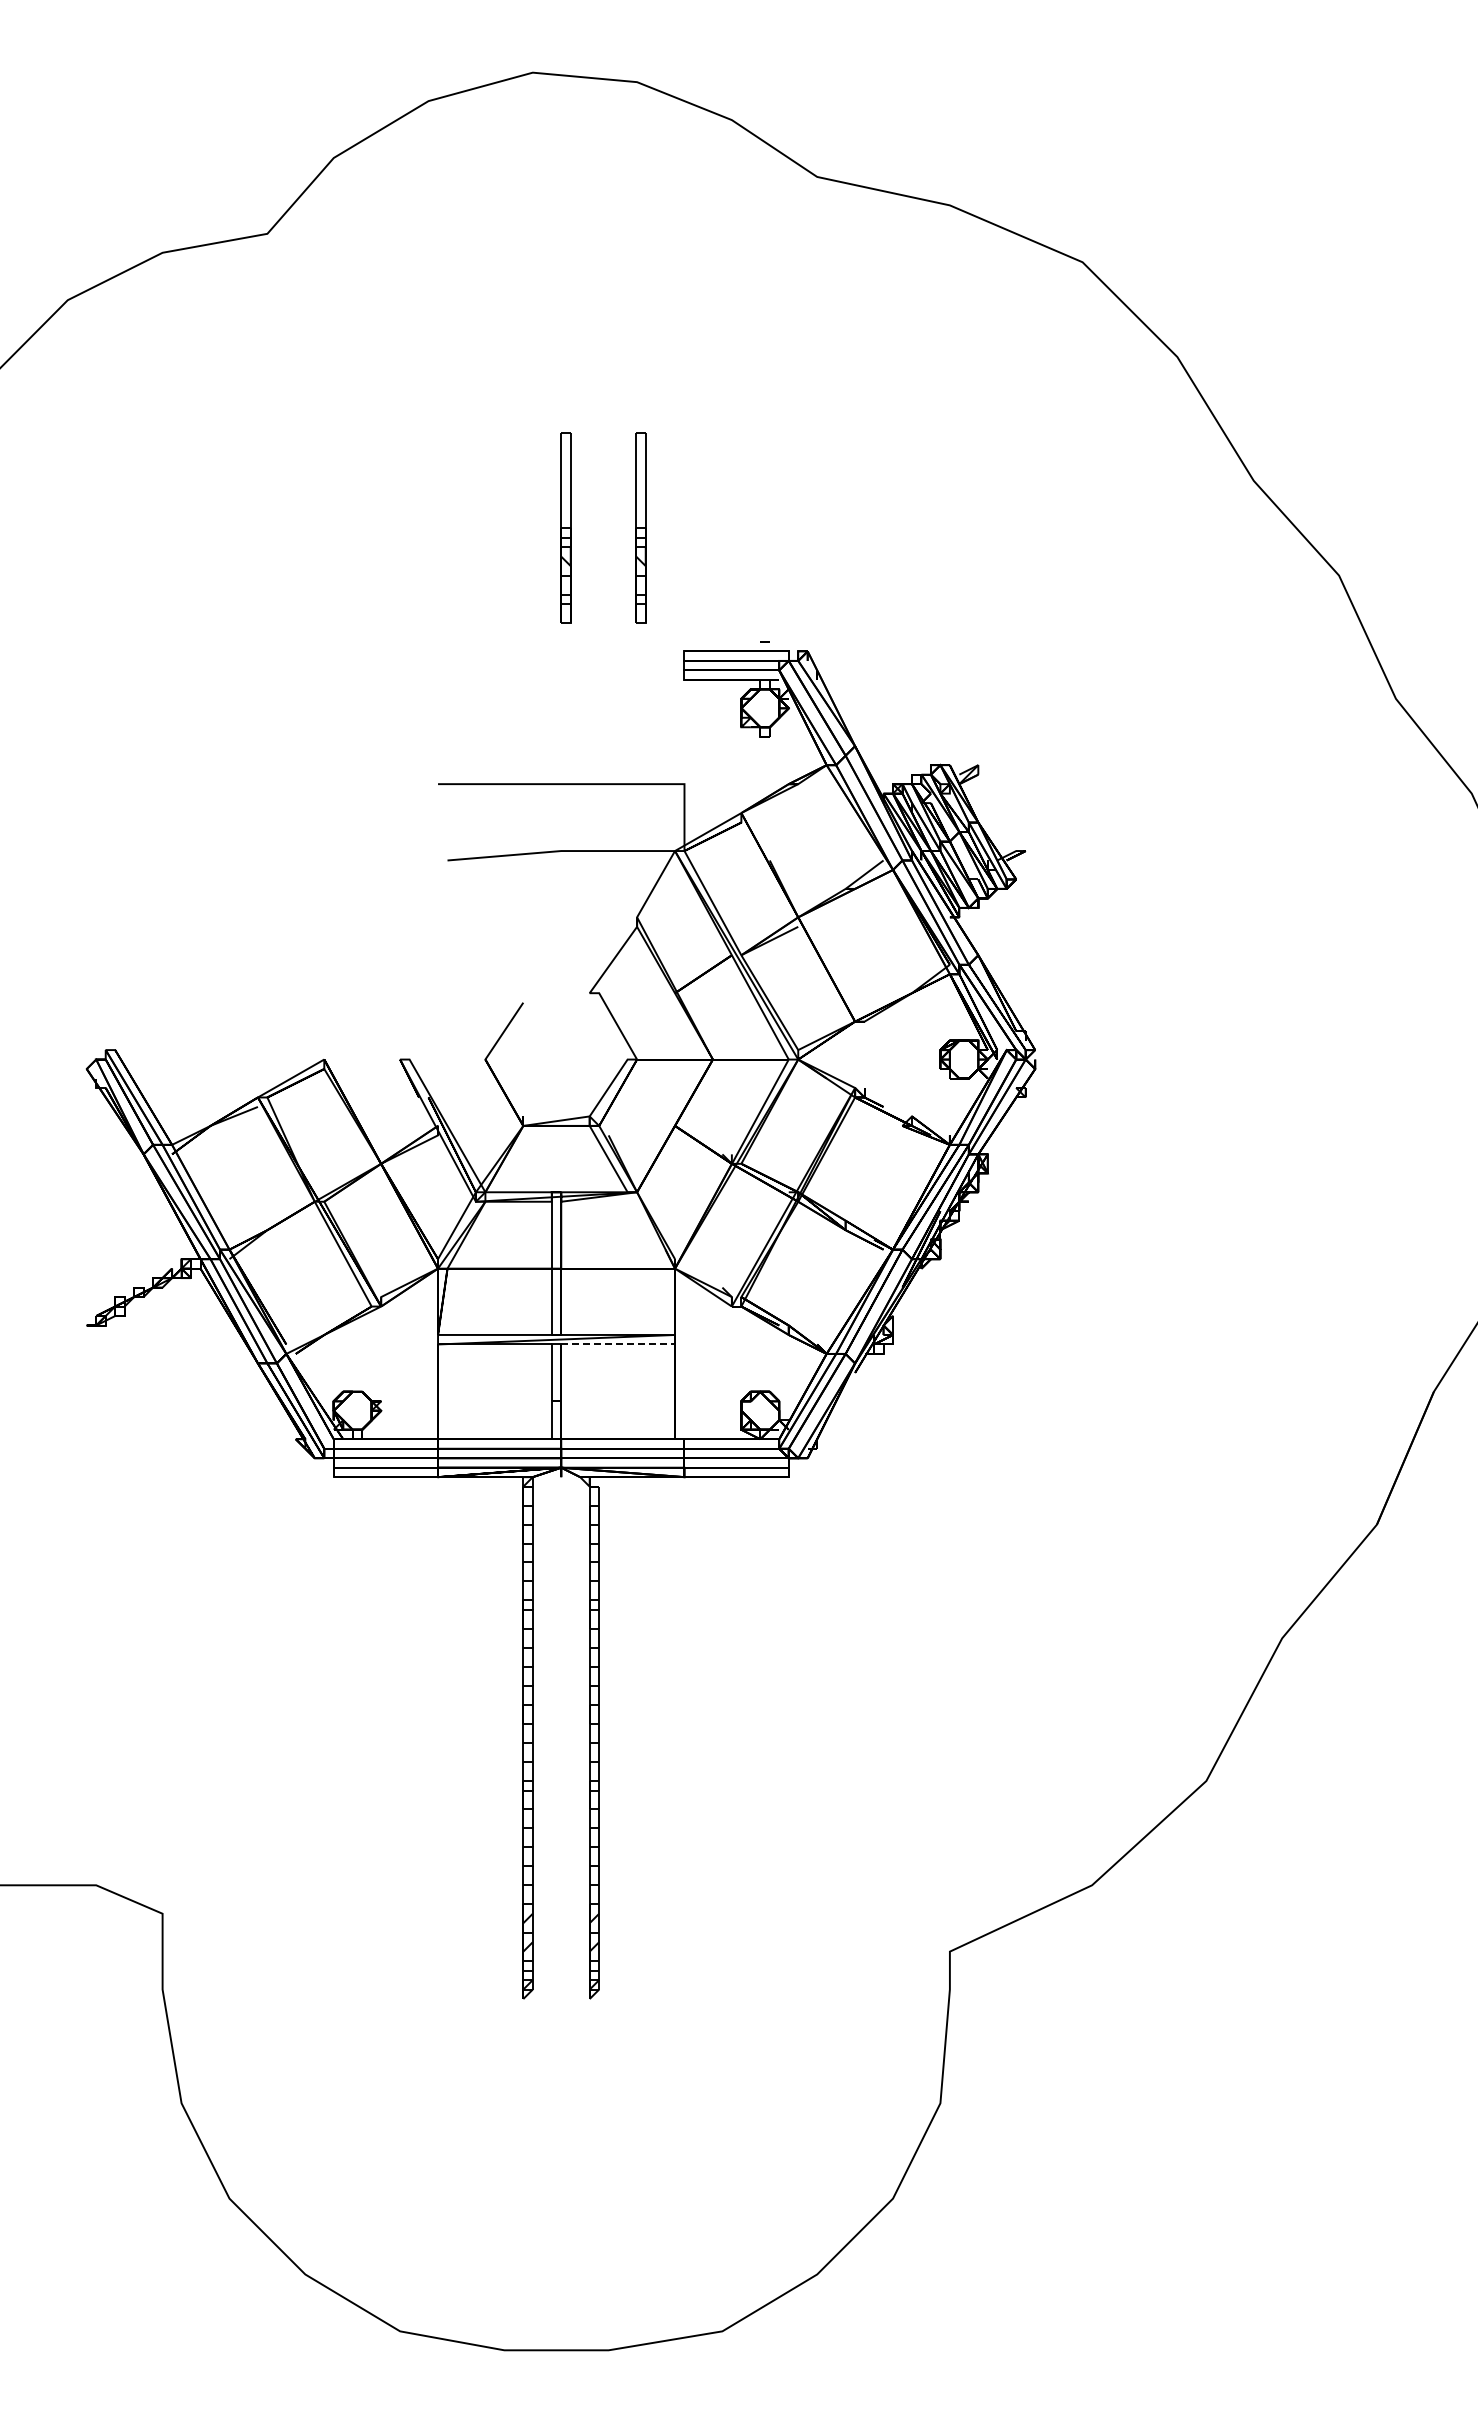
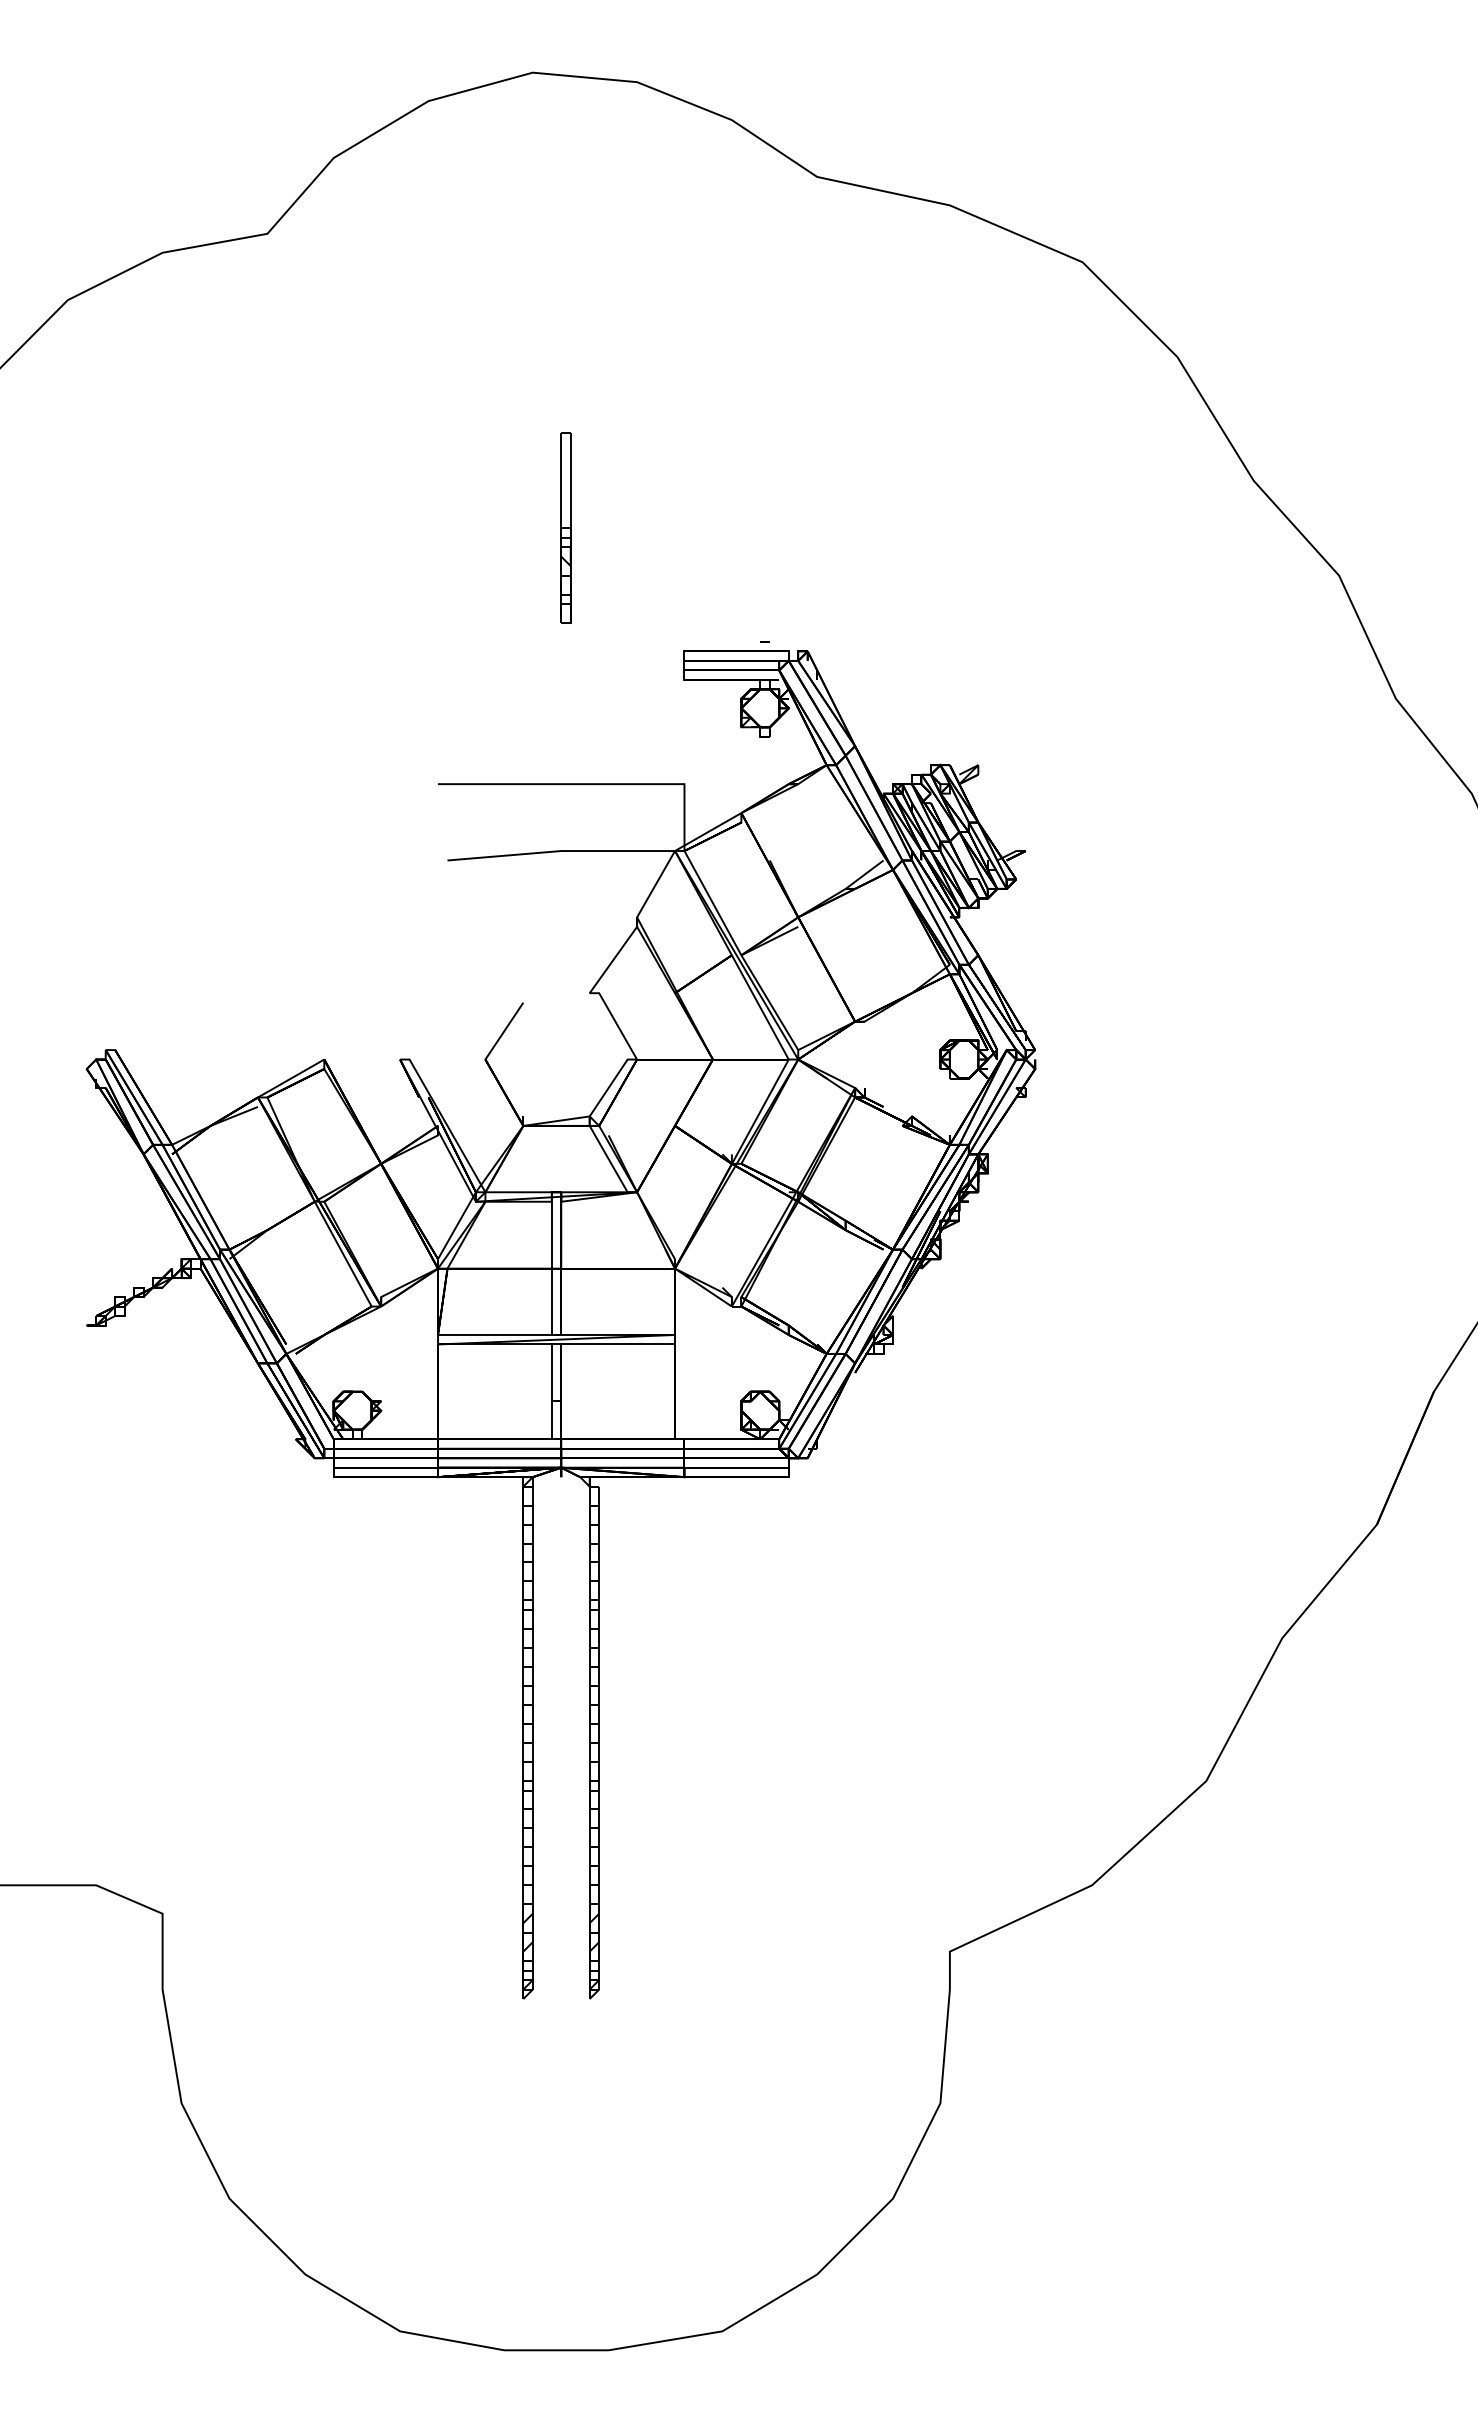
part at (640, 527): present -> none
line at (618, 1344): dashed -> solid
